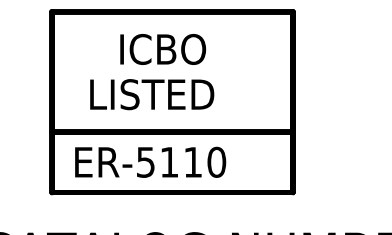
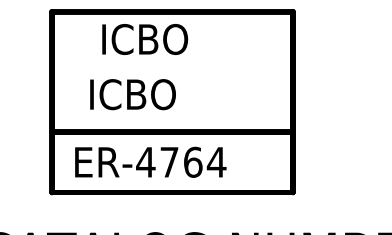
text at (163, 49) position: (163, 49) -> (145, 39)
text at (153, 94): LISTED -> ICBO
text at (181, 161): ER-5110 -> ER-4764
